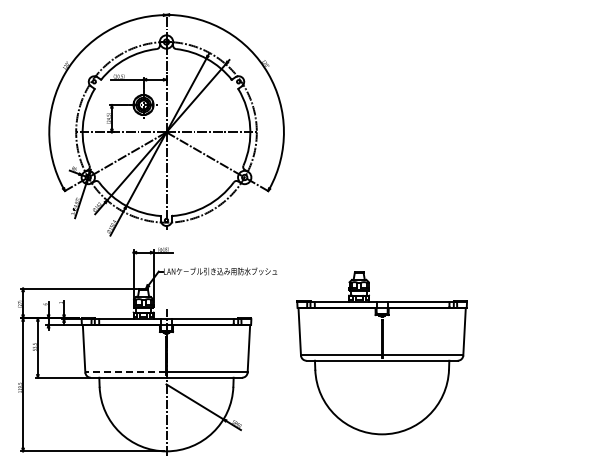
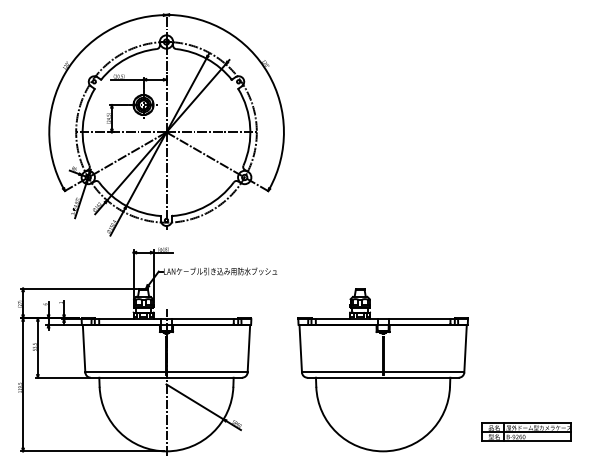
part at (381, 353) position: (381, 353) -> (382, 370)
line at (125, 372): dashed -> solid
part at (526, 431): none -> present
